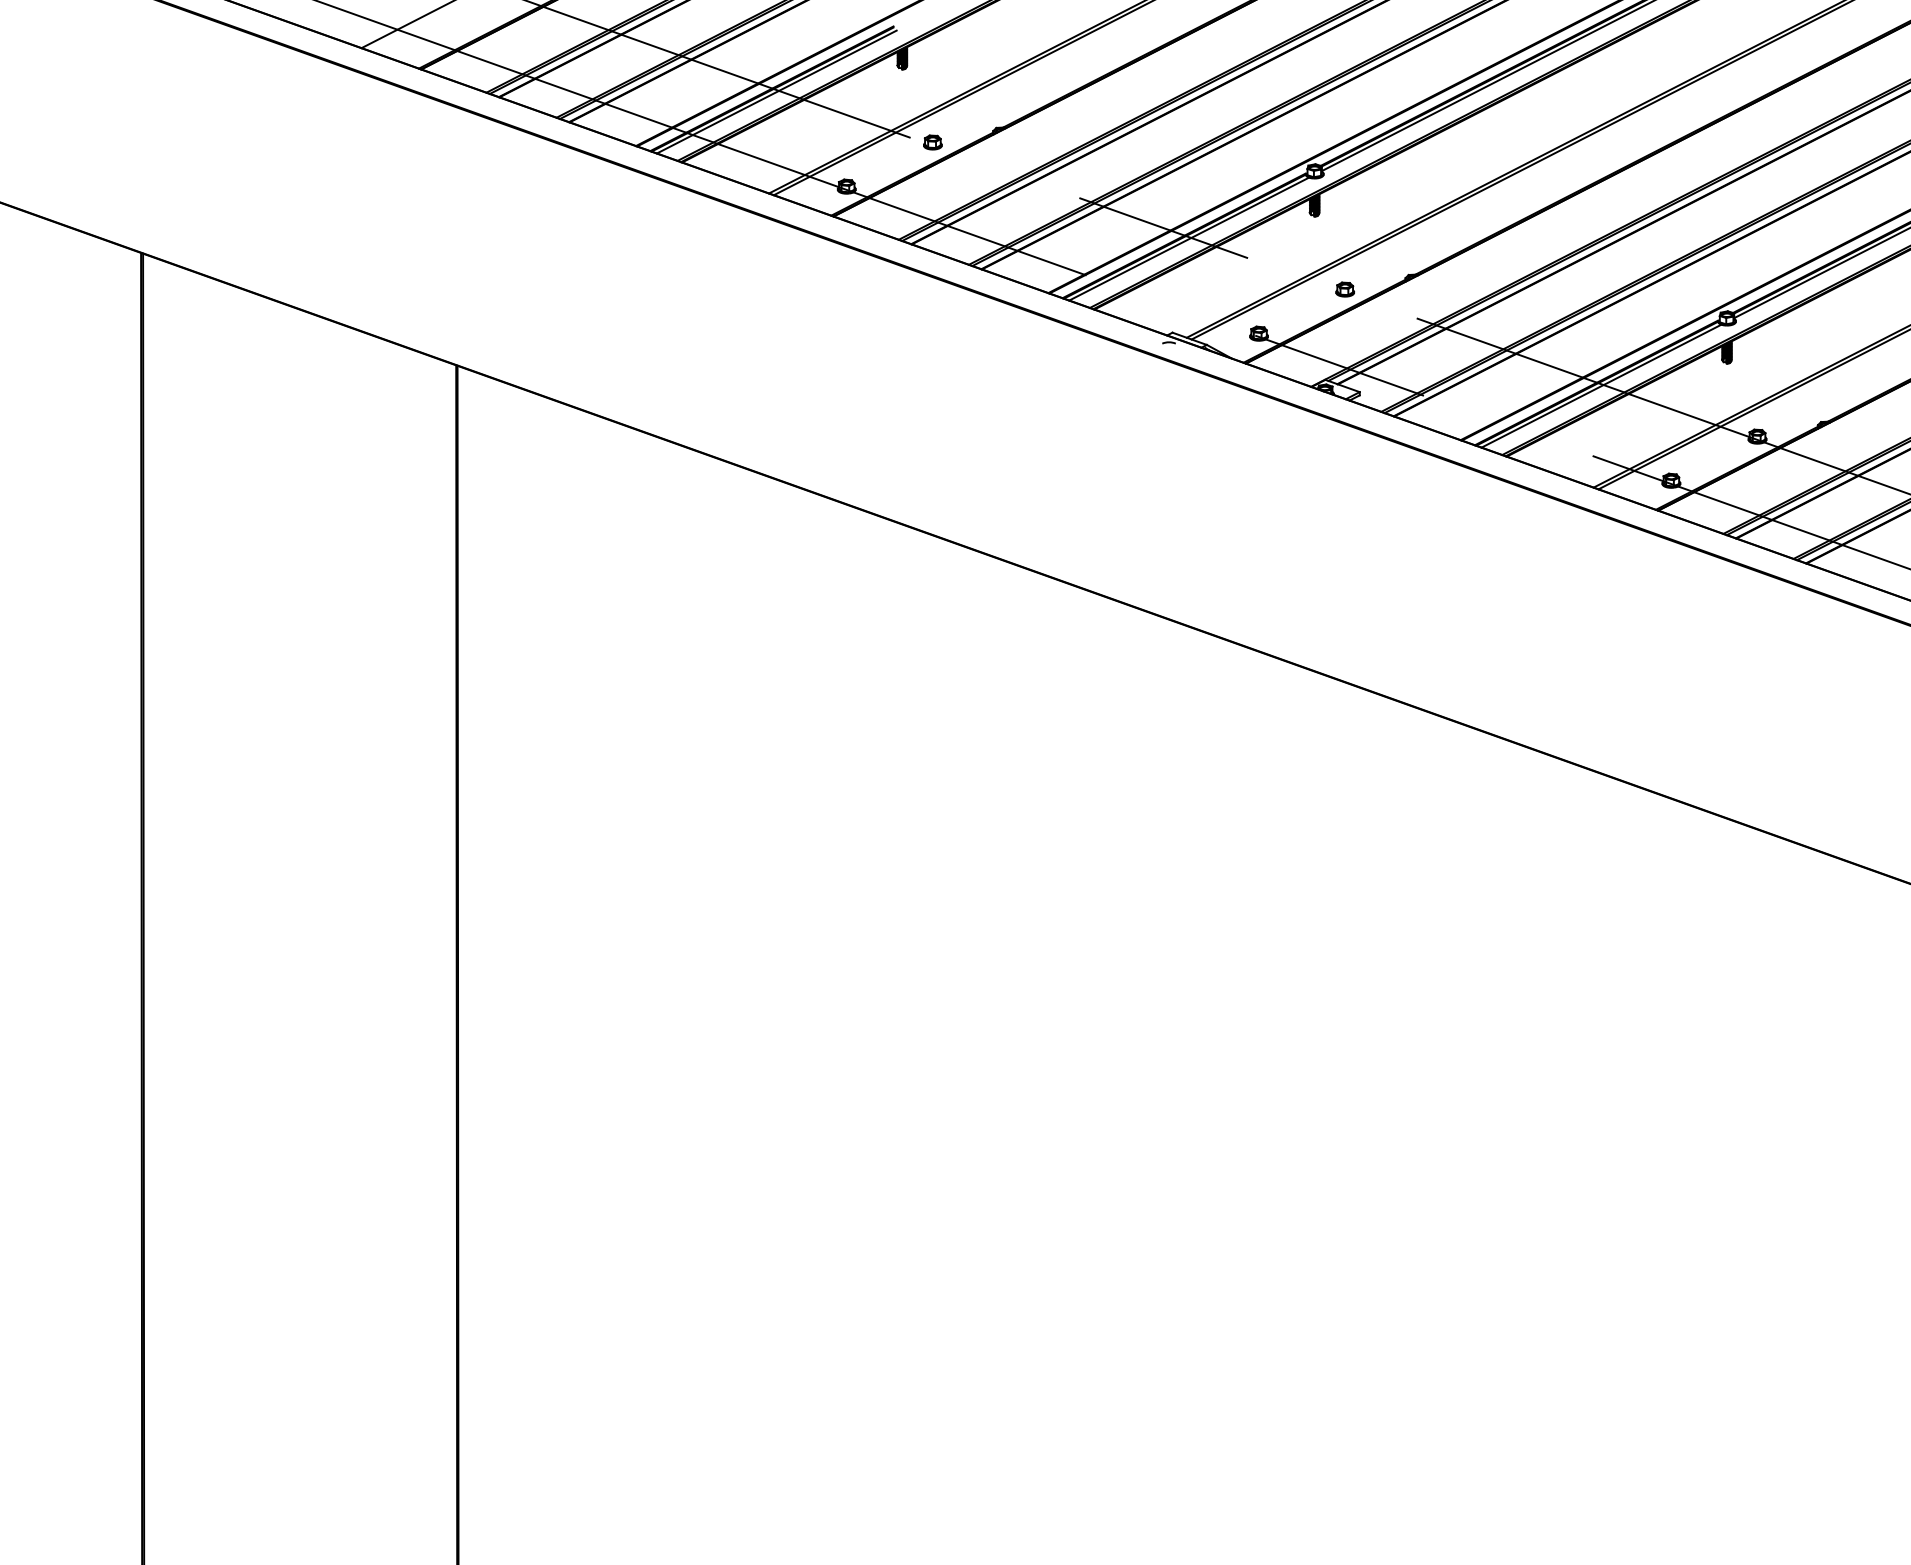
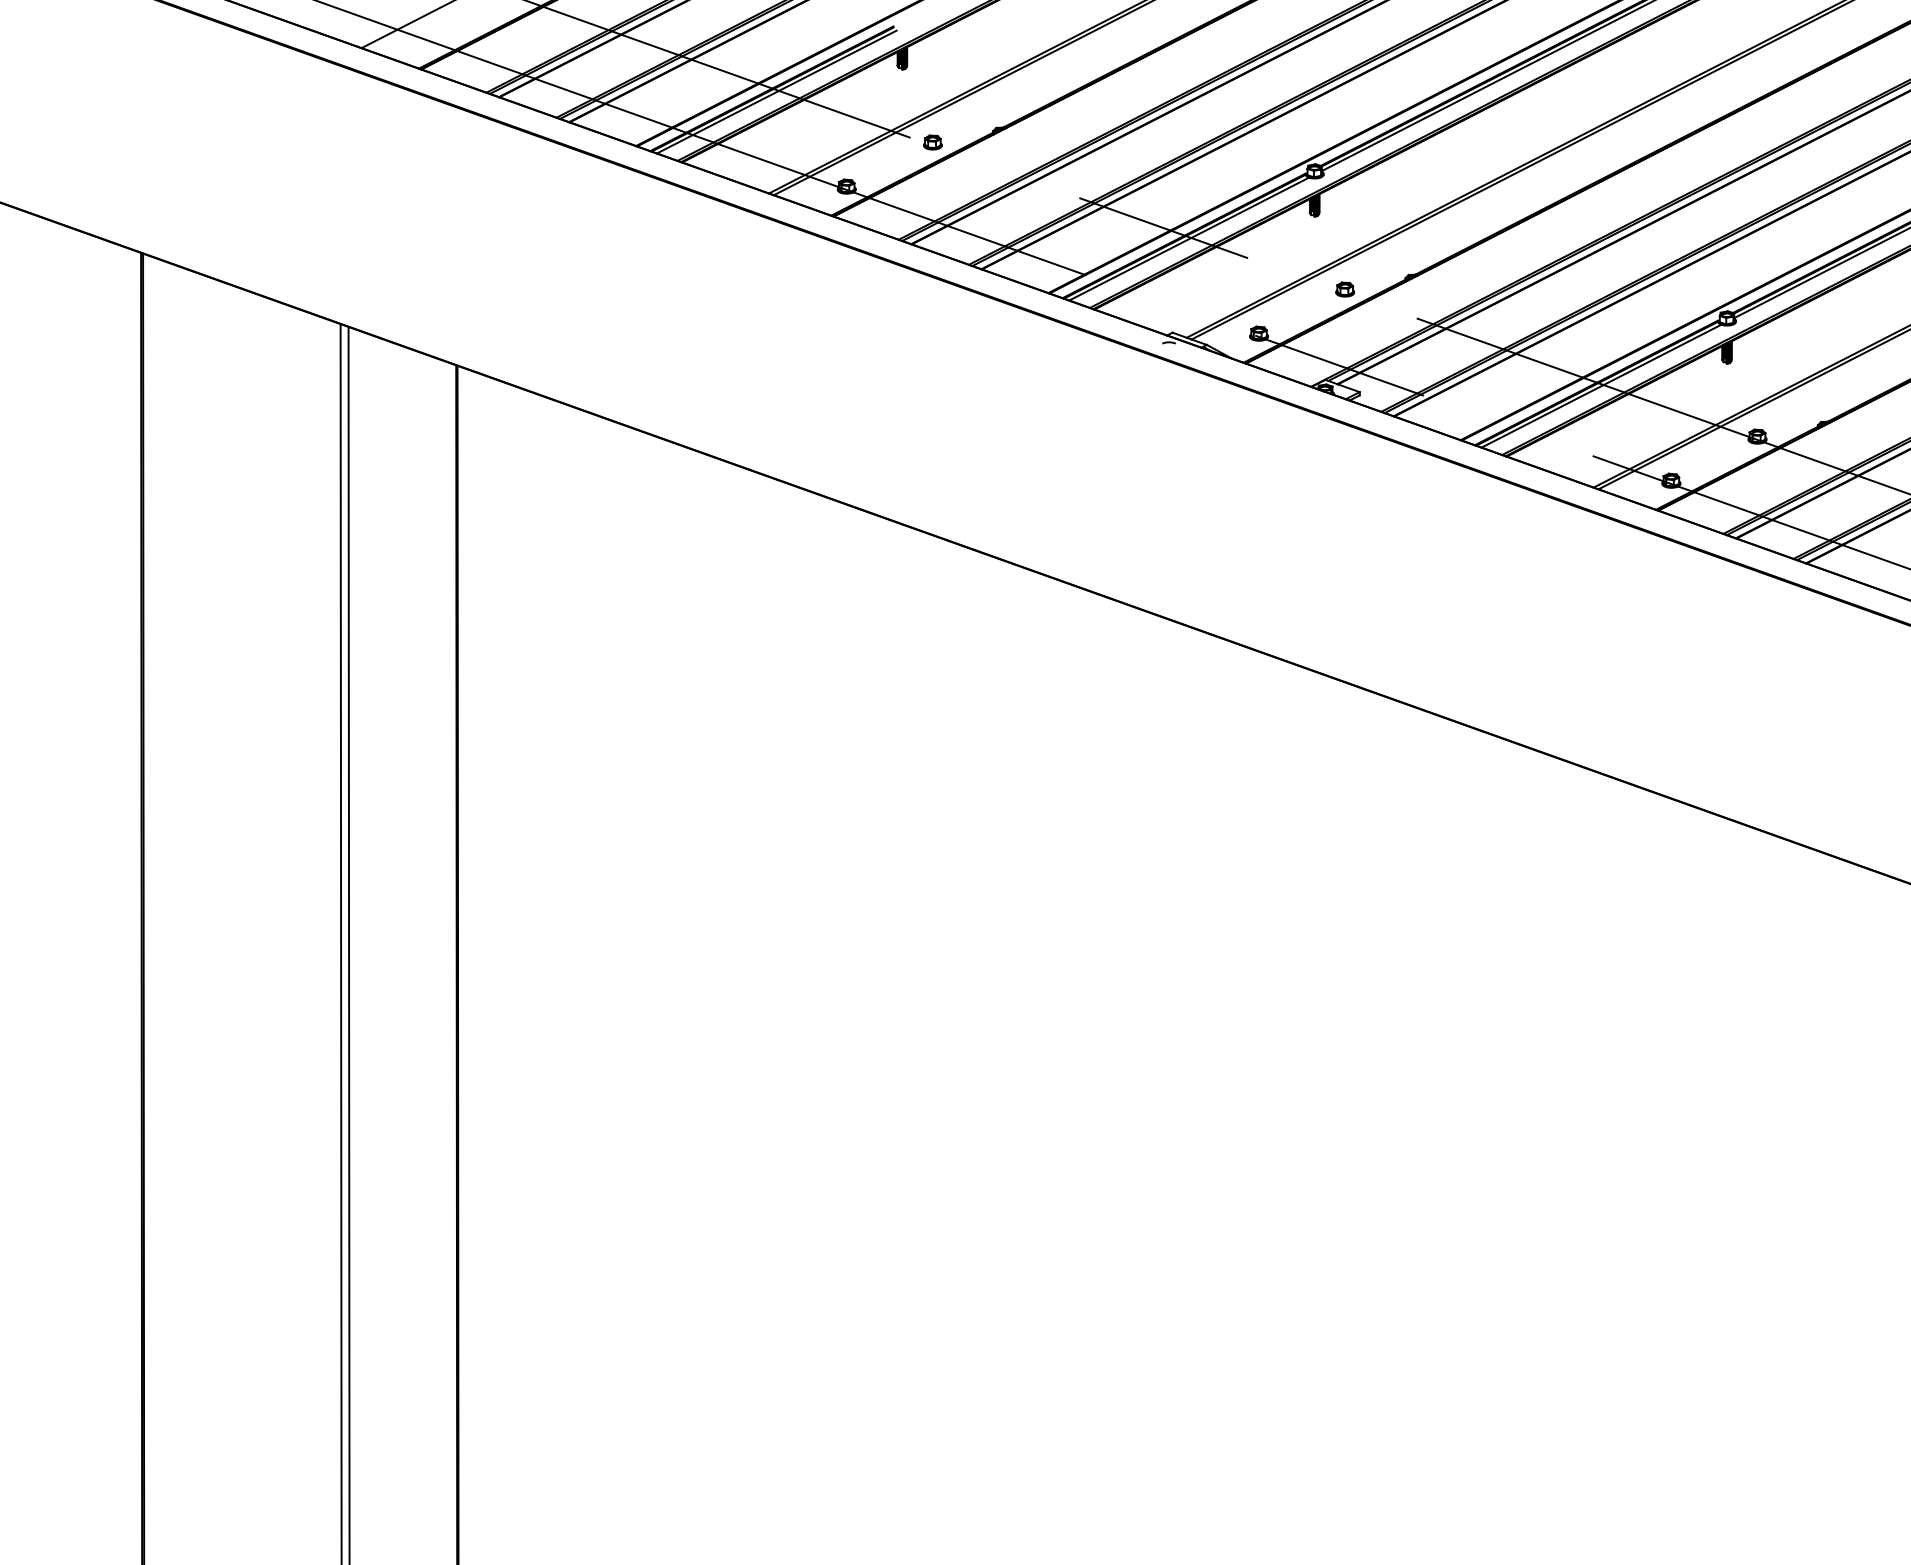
line at (340, 942): none -> present
line at (348, 943): none -> present
